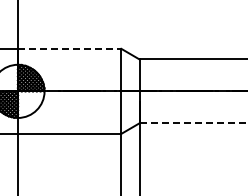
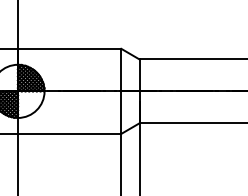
line at (69, 48): dashed -> solid
line at (194, 123): dashed -> solid
